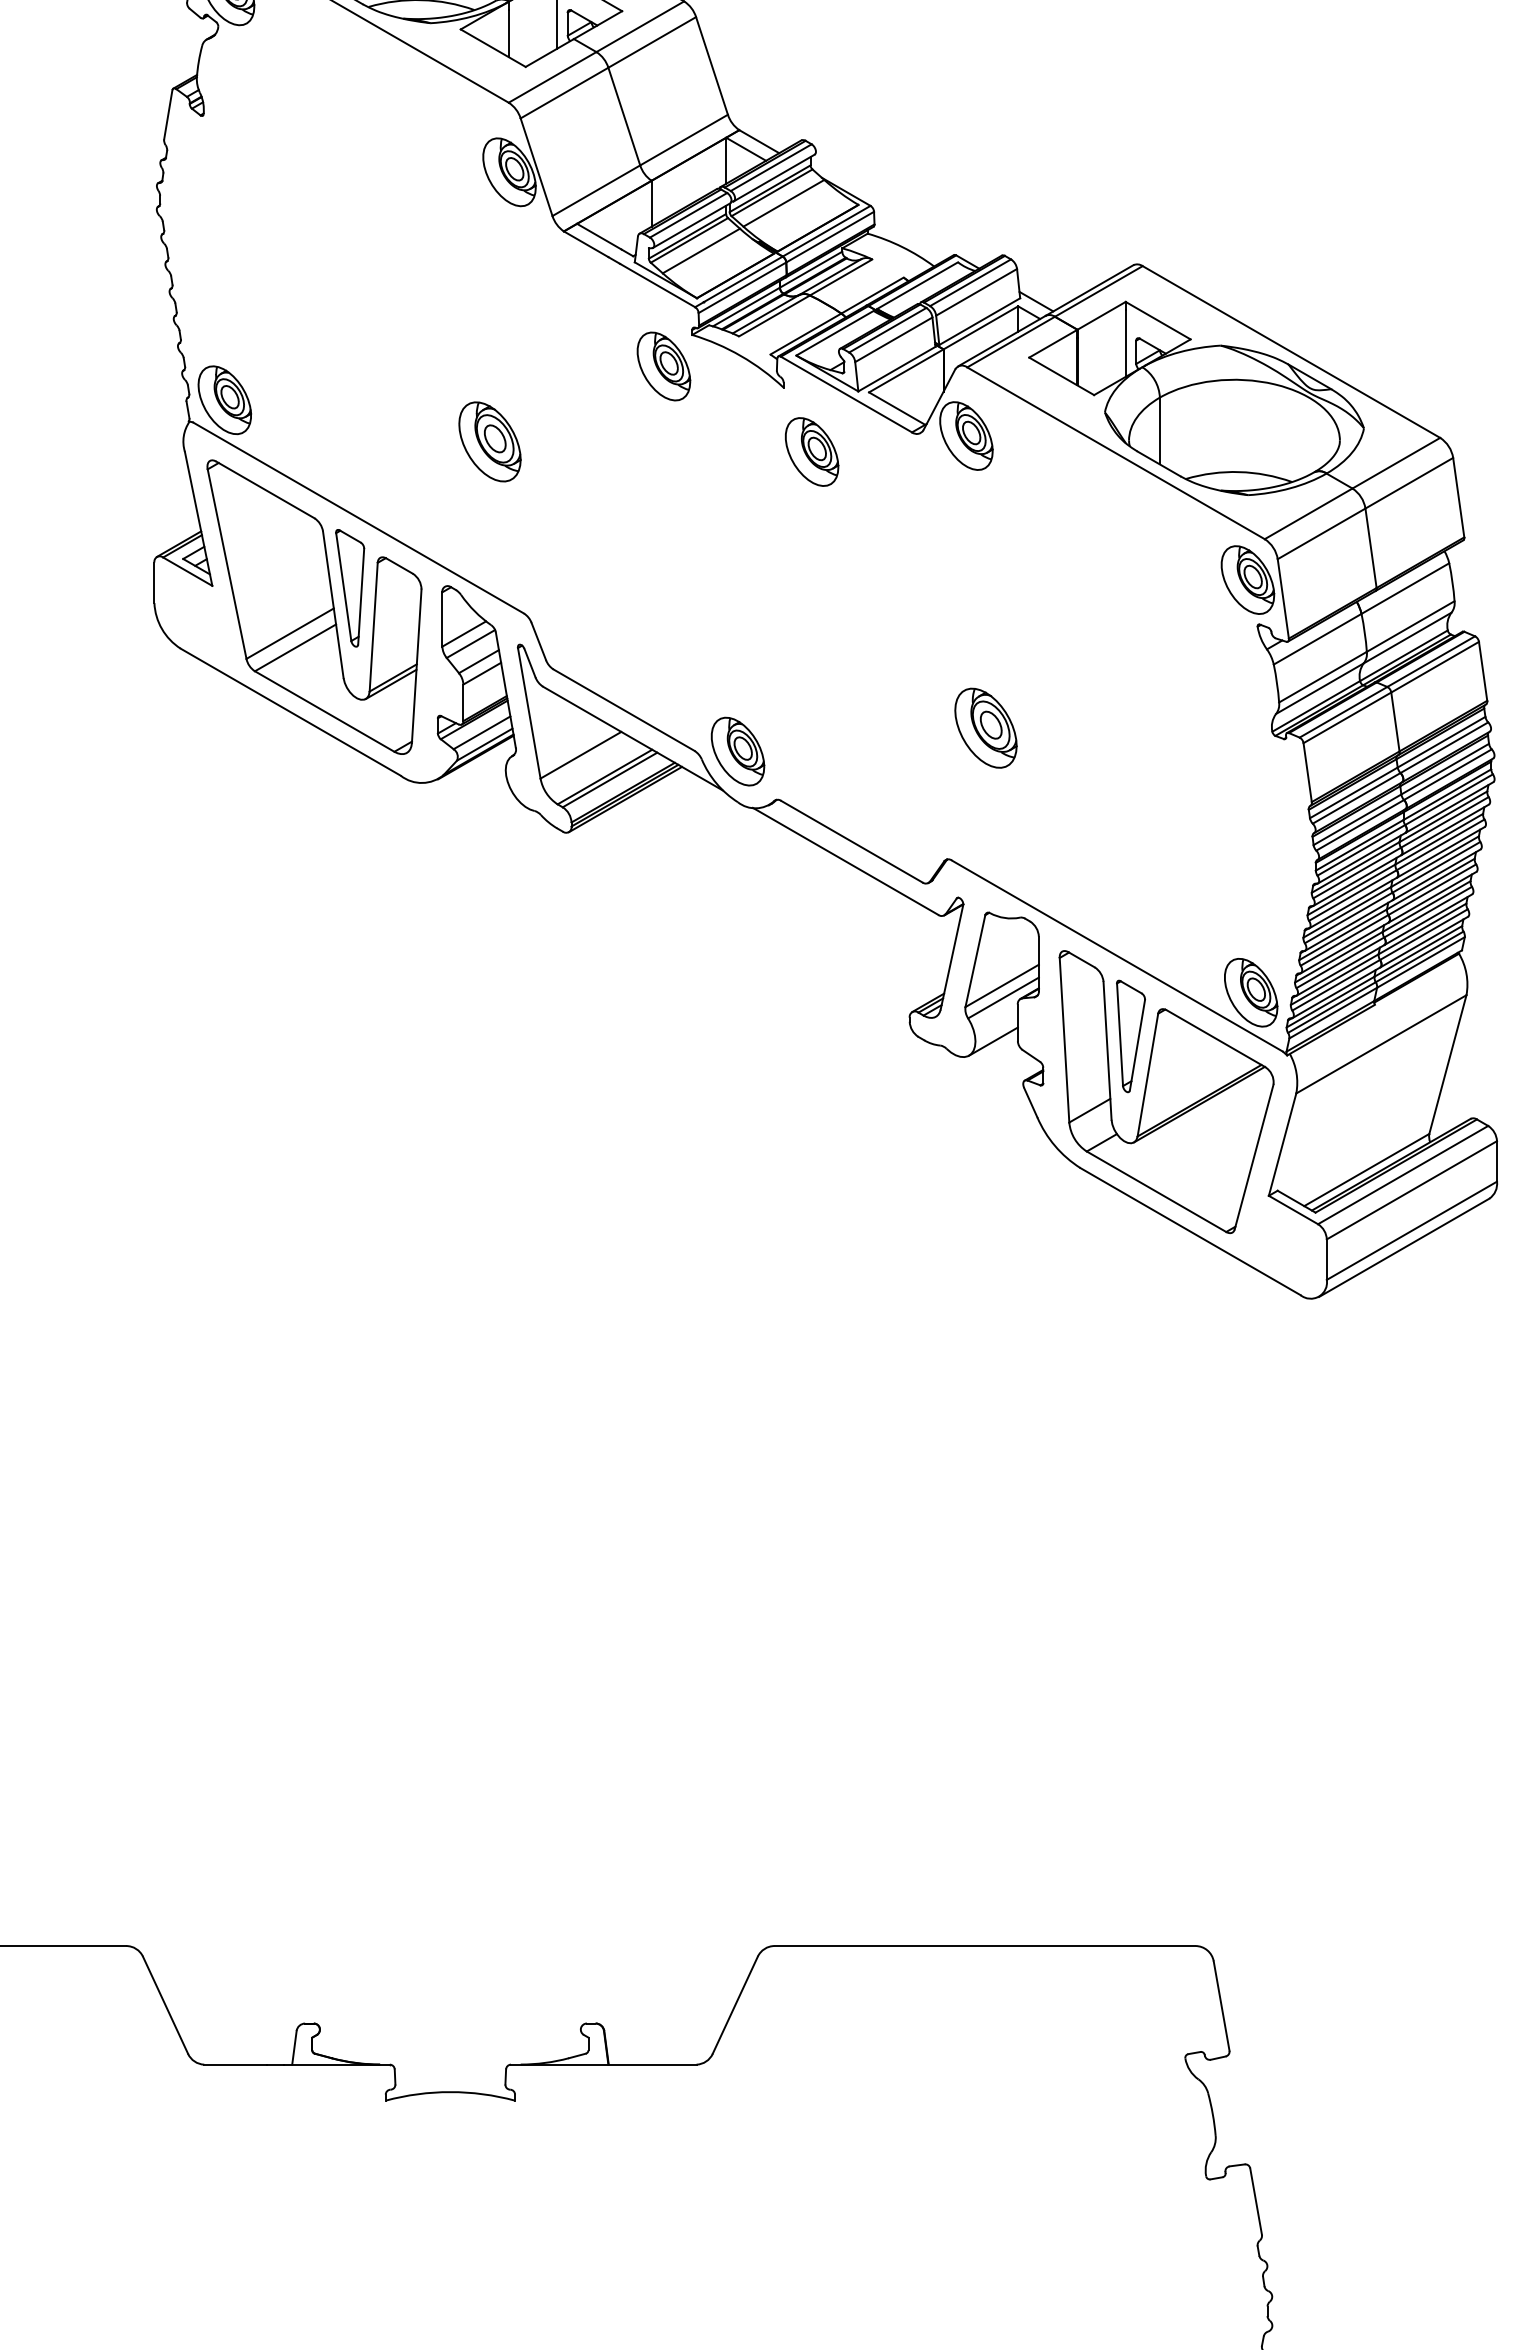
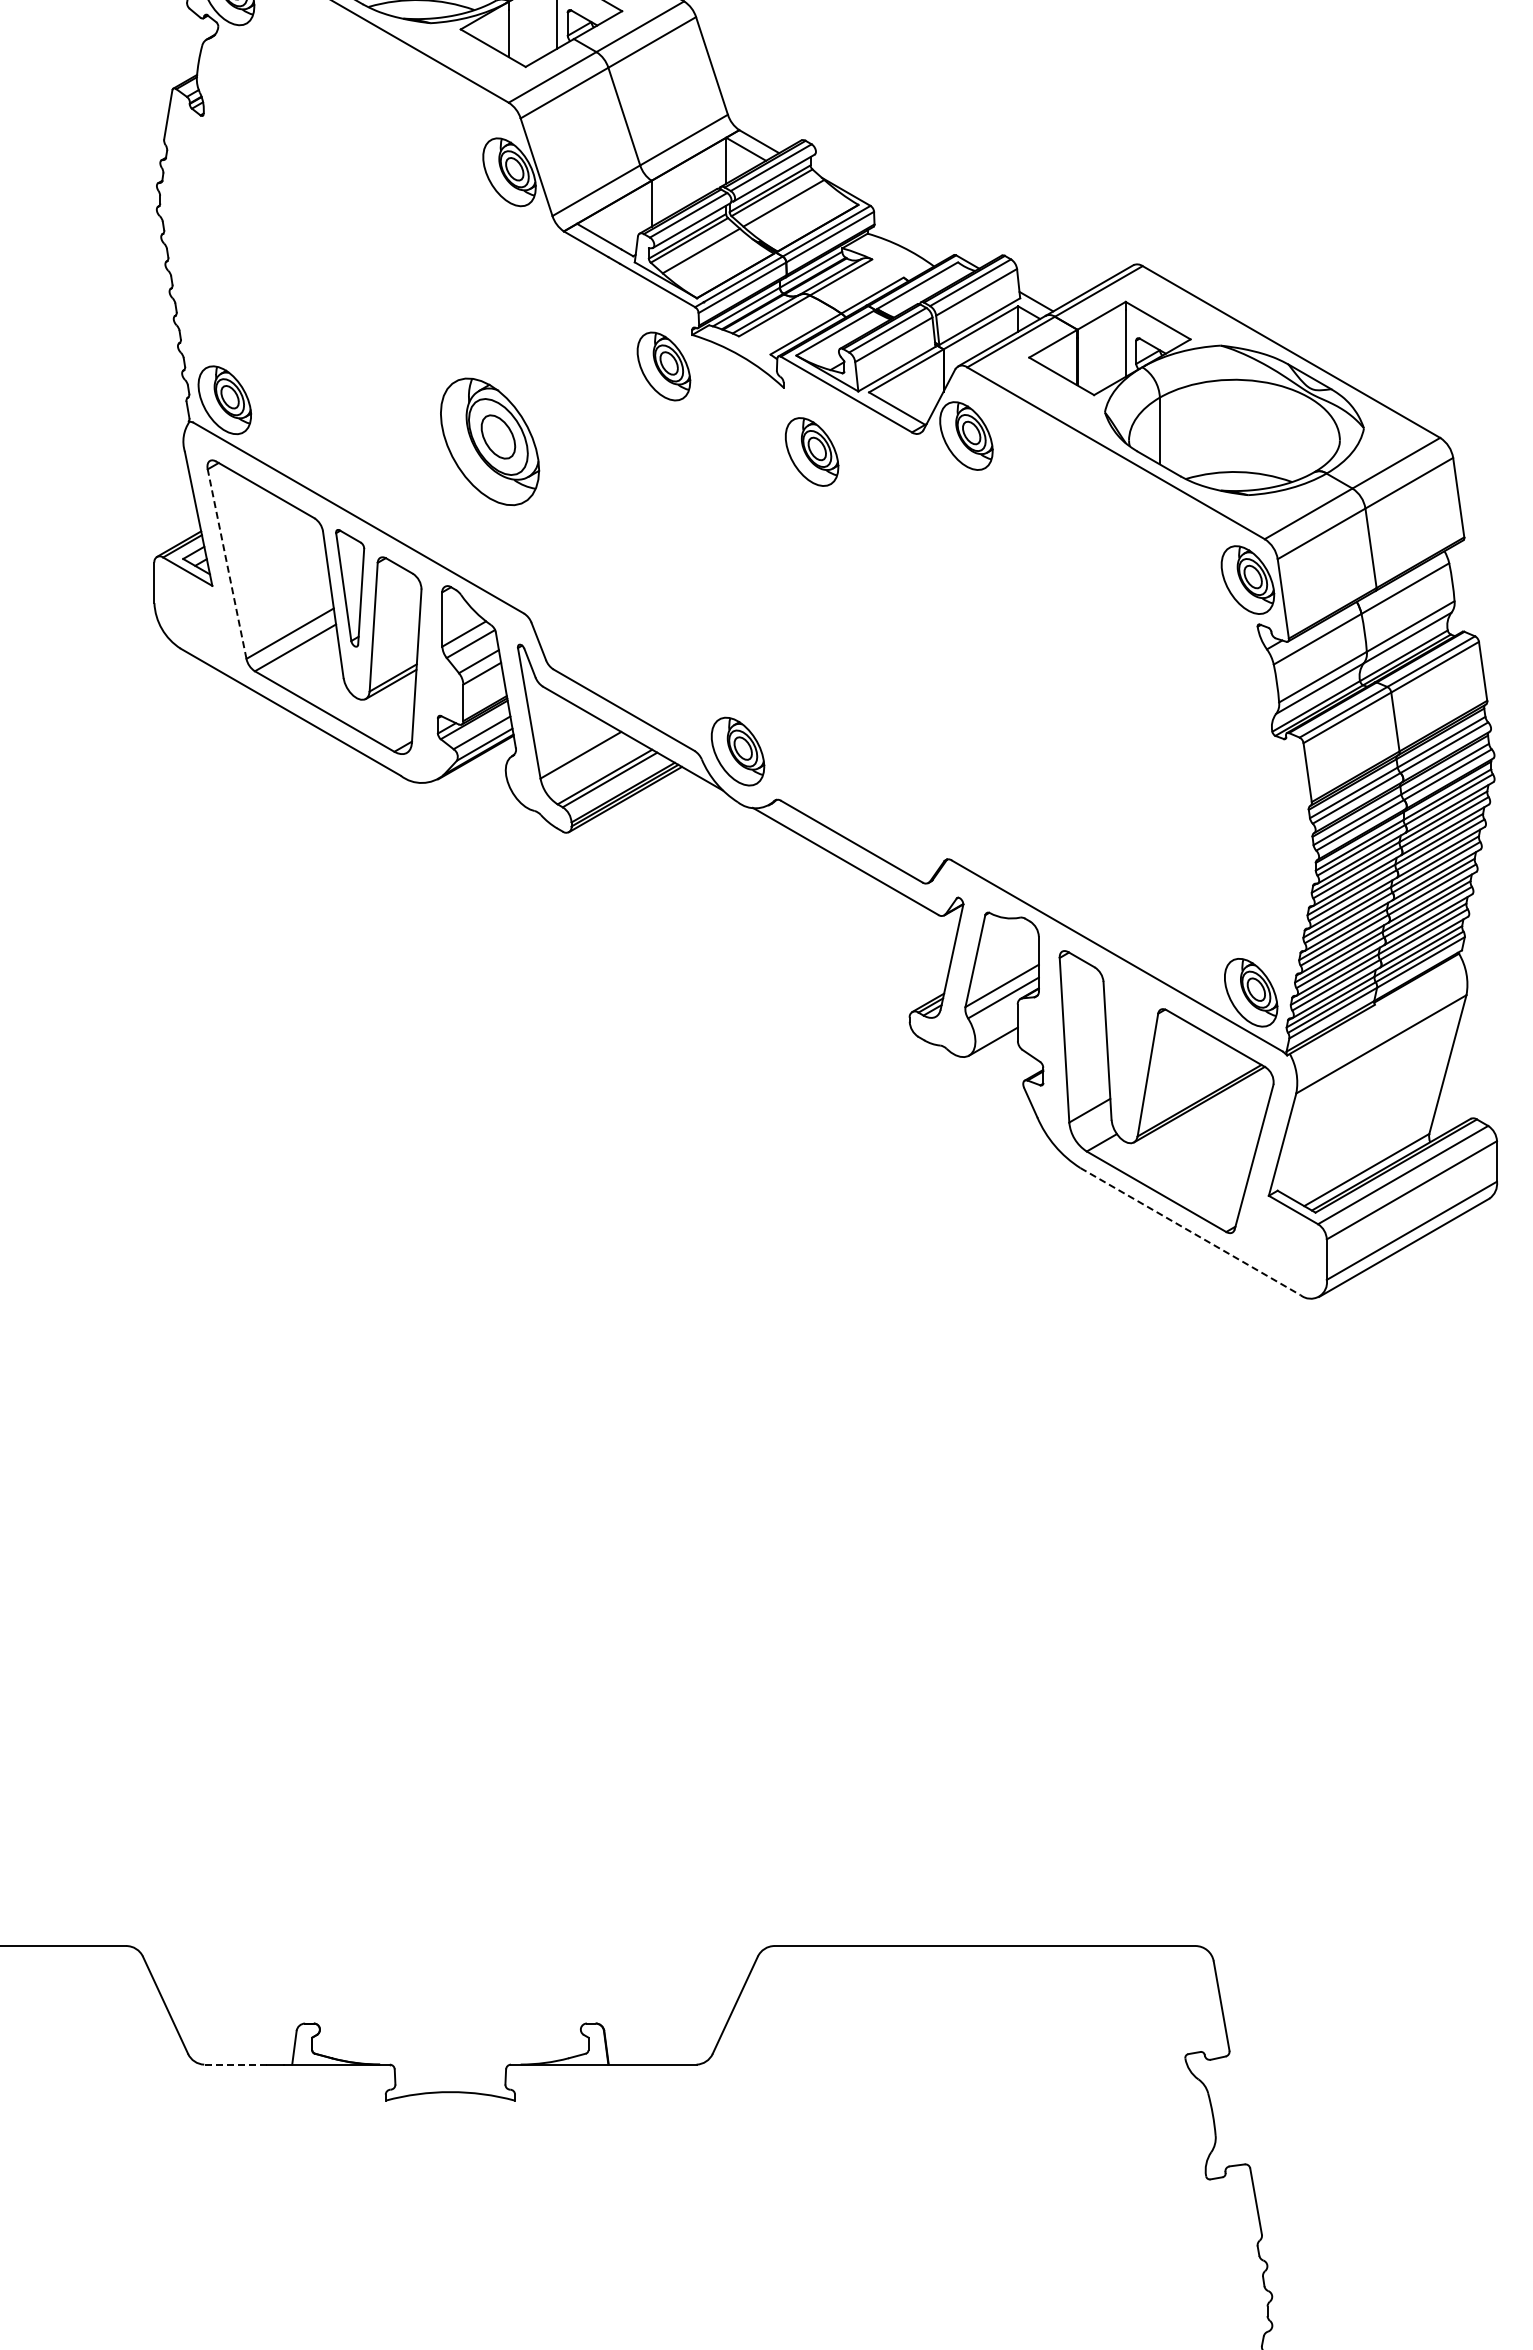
part at (489, 441) size: 64x82 px -> 101x130 px
line at (227, 564): solid -> dashed
part at (985, 727): present -> none
part at (1130, 1036): present -> none
line at (1190, 1231): solid -> dashed
line at (235, 2064): solid -> dashed
